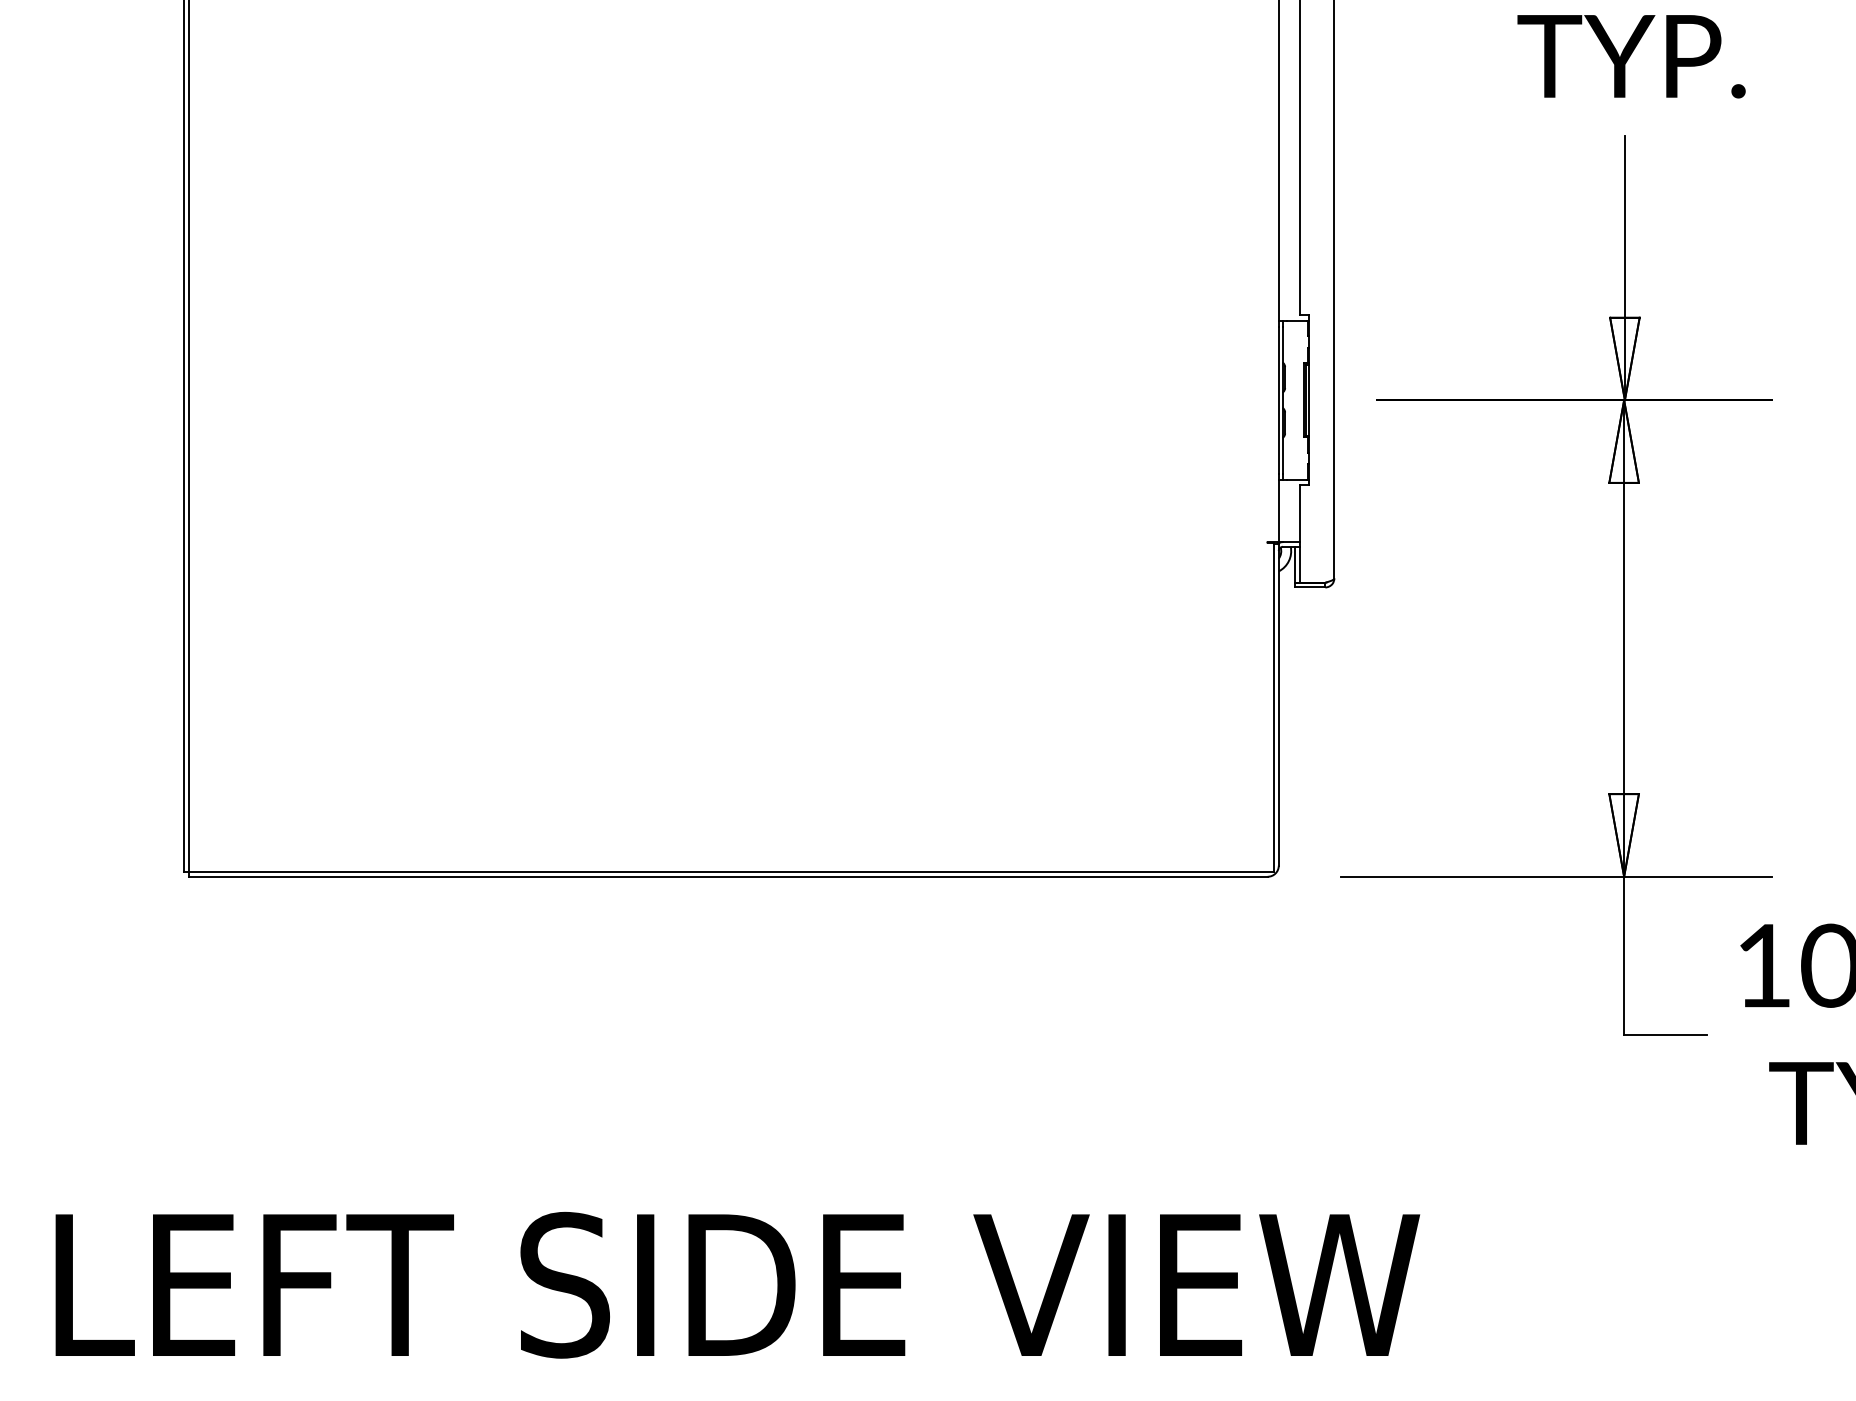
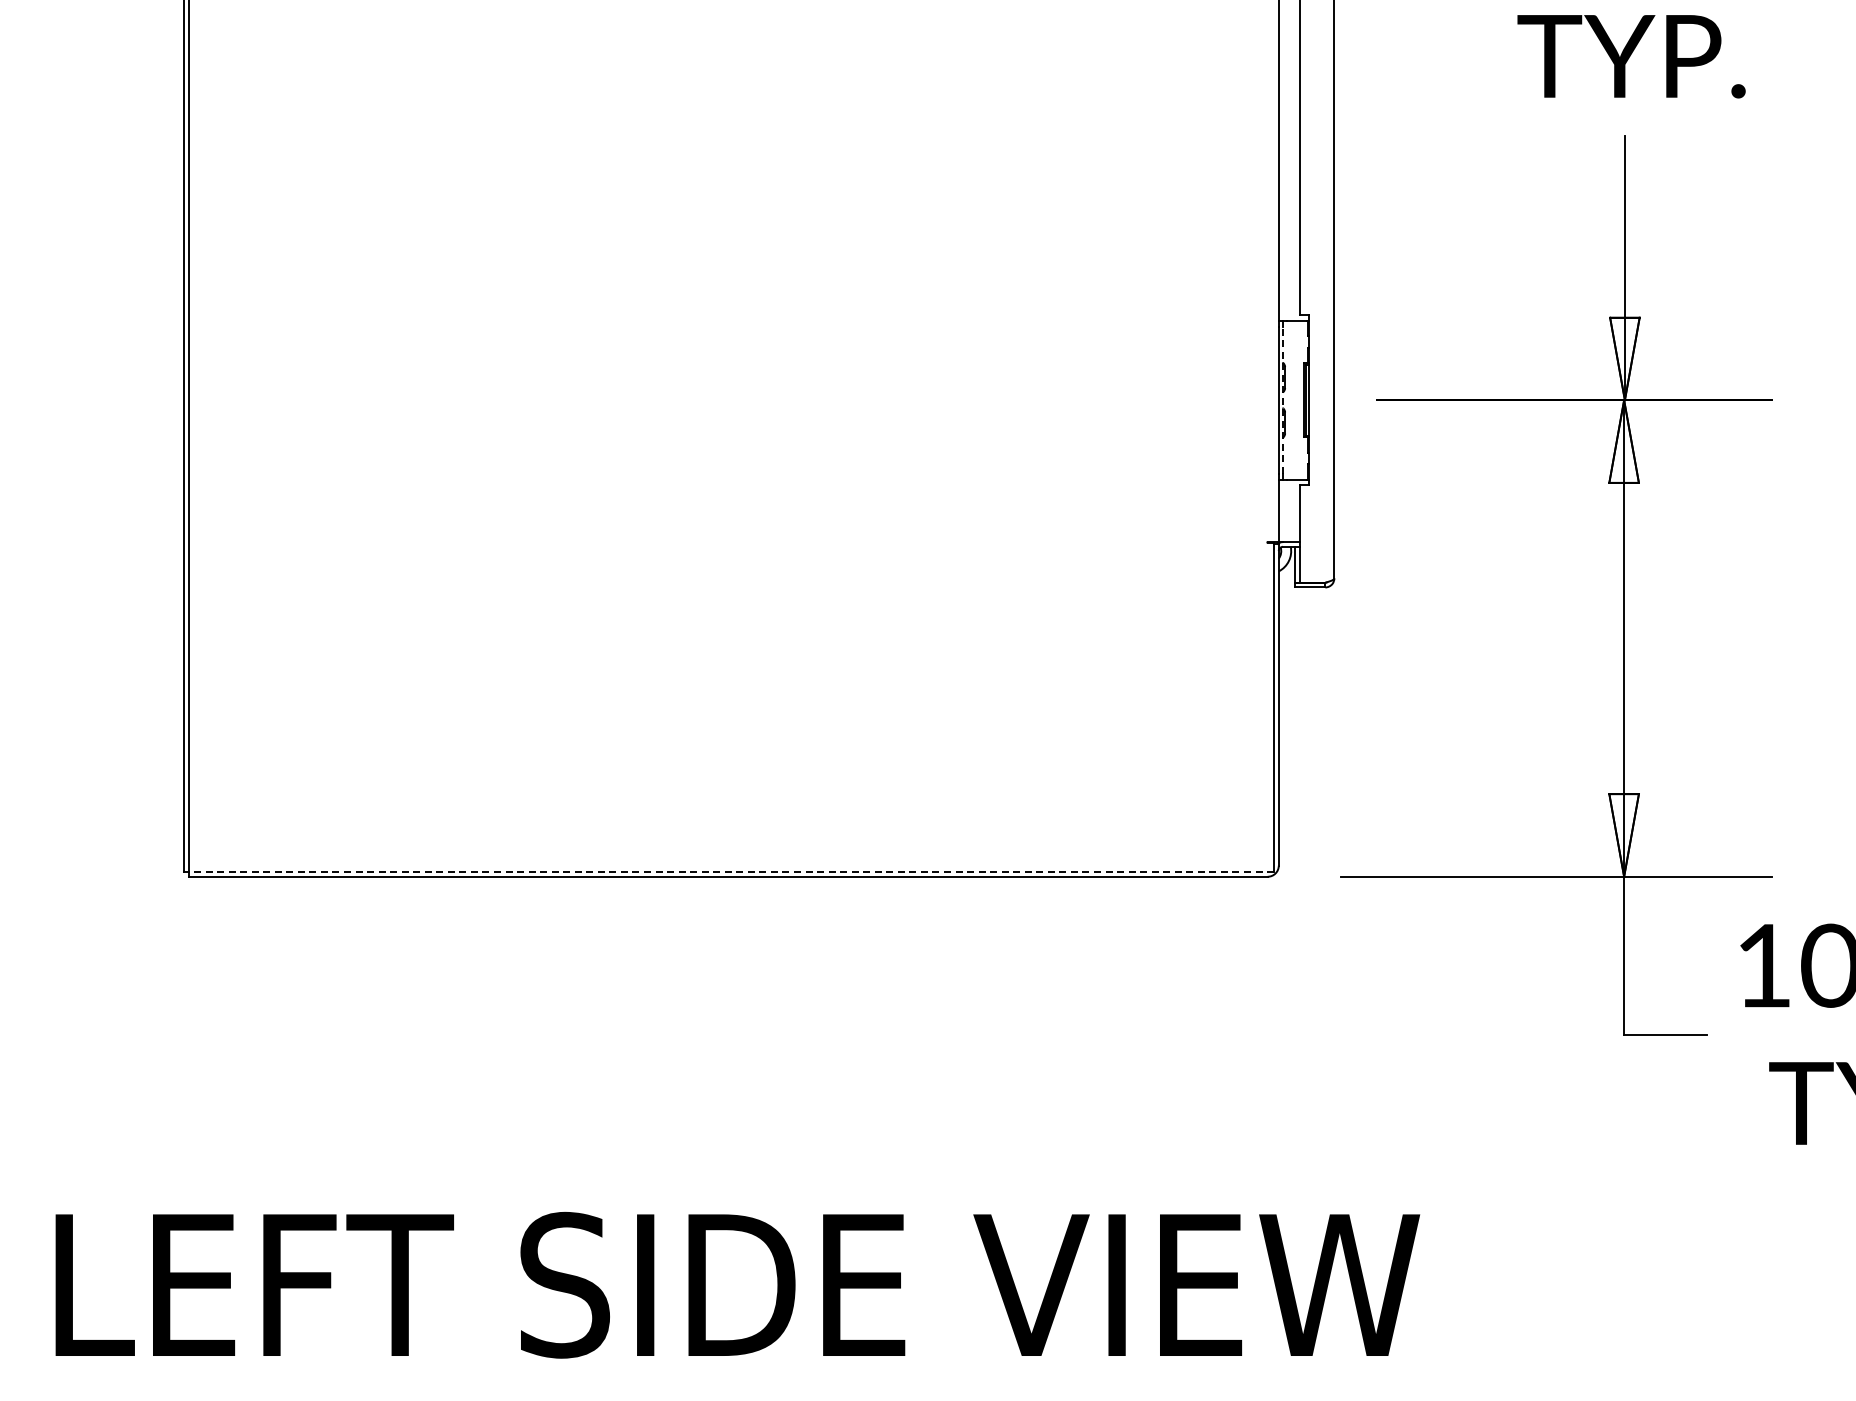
line at (1283, 400): solid -> dashed
line at (731, 872): solid -> dashed
